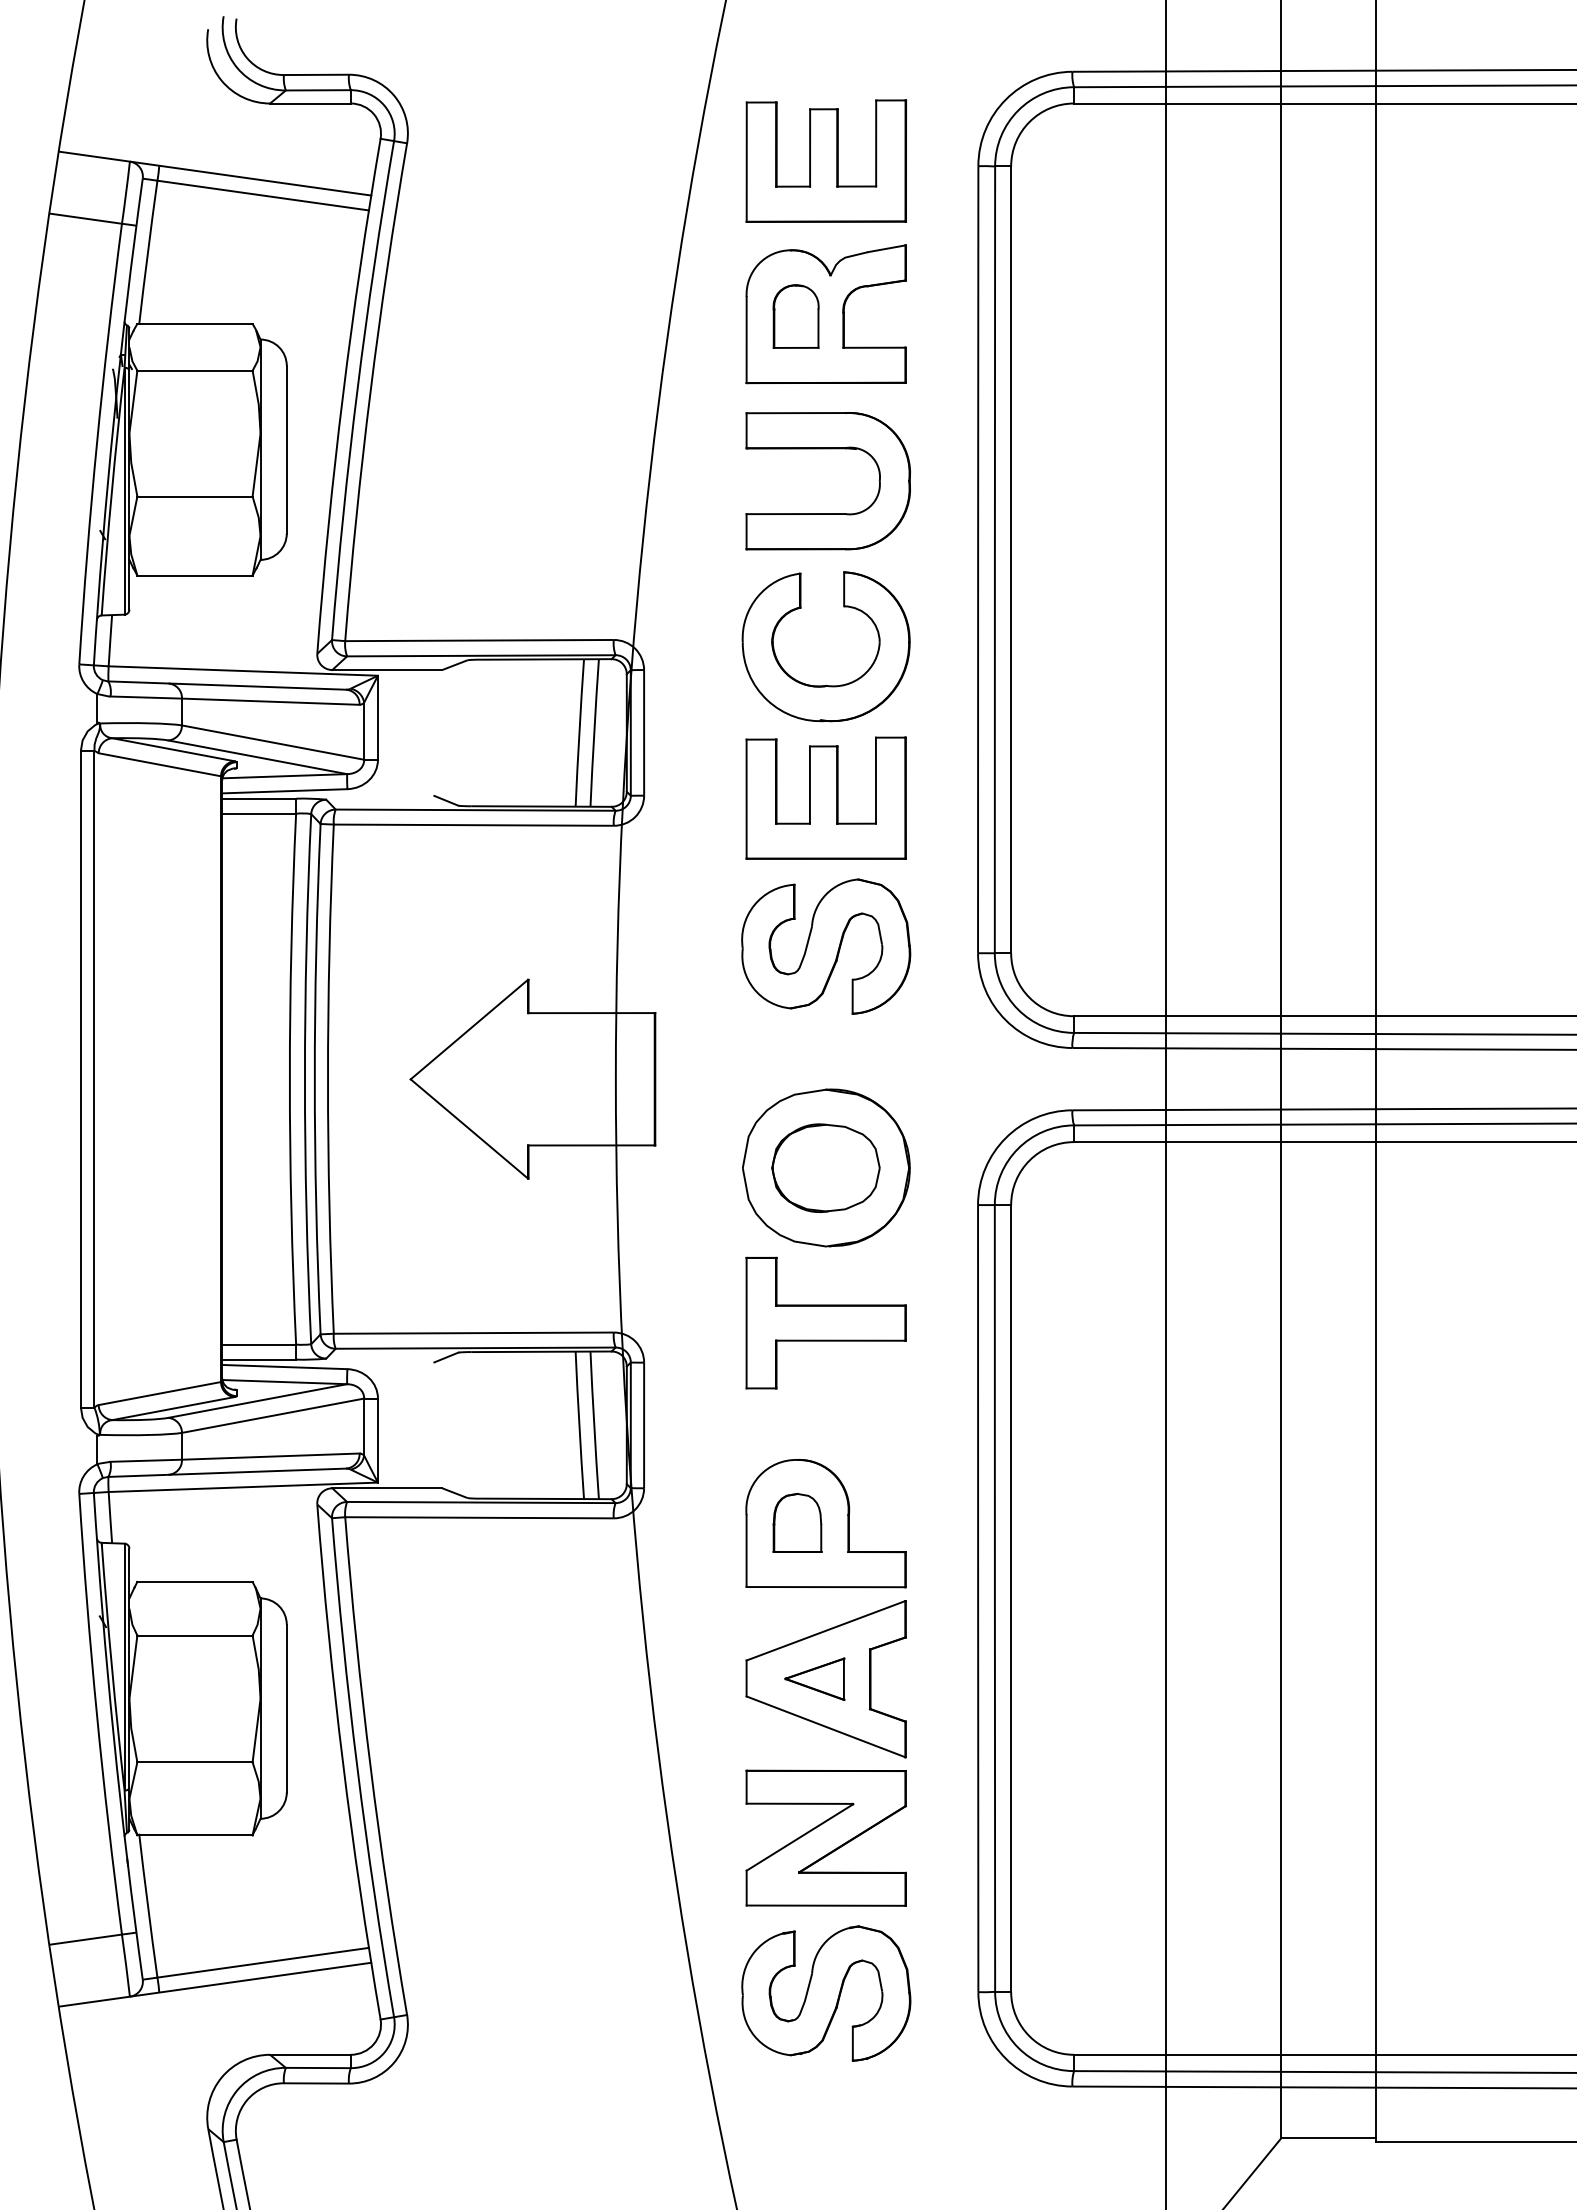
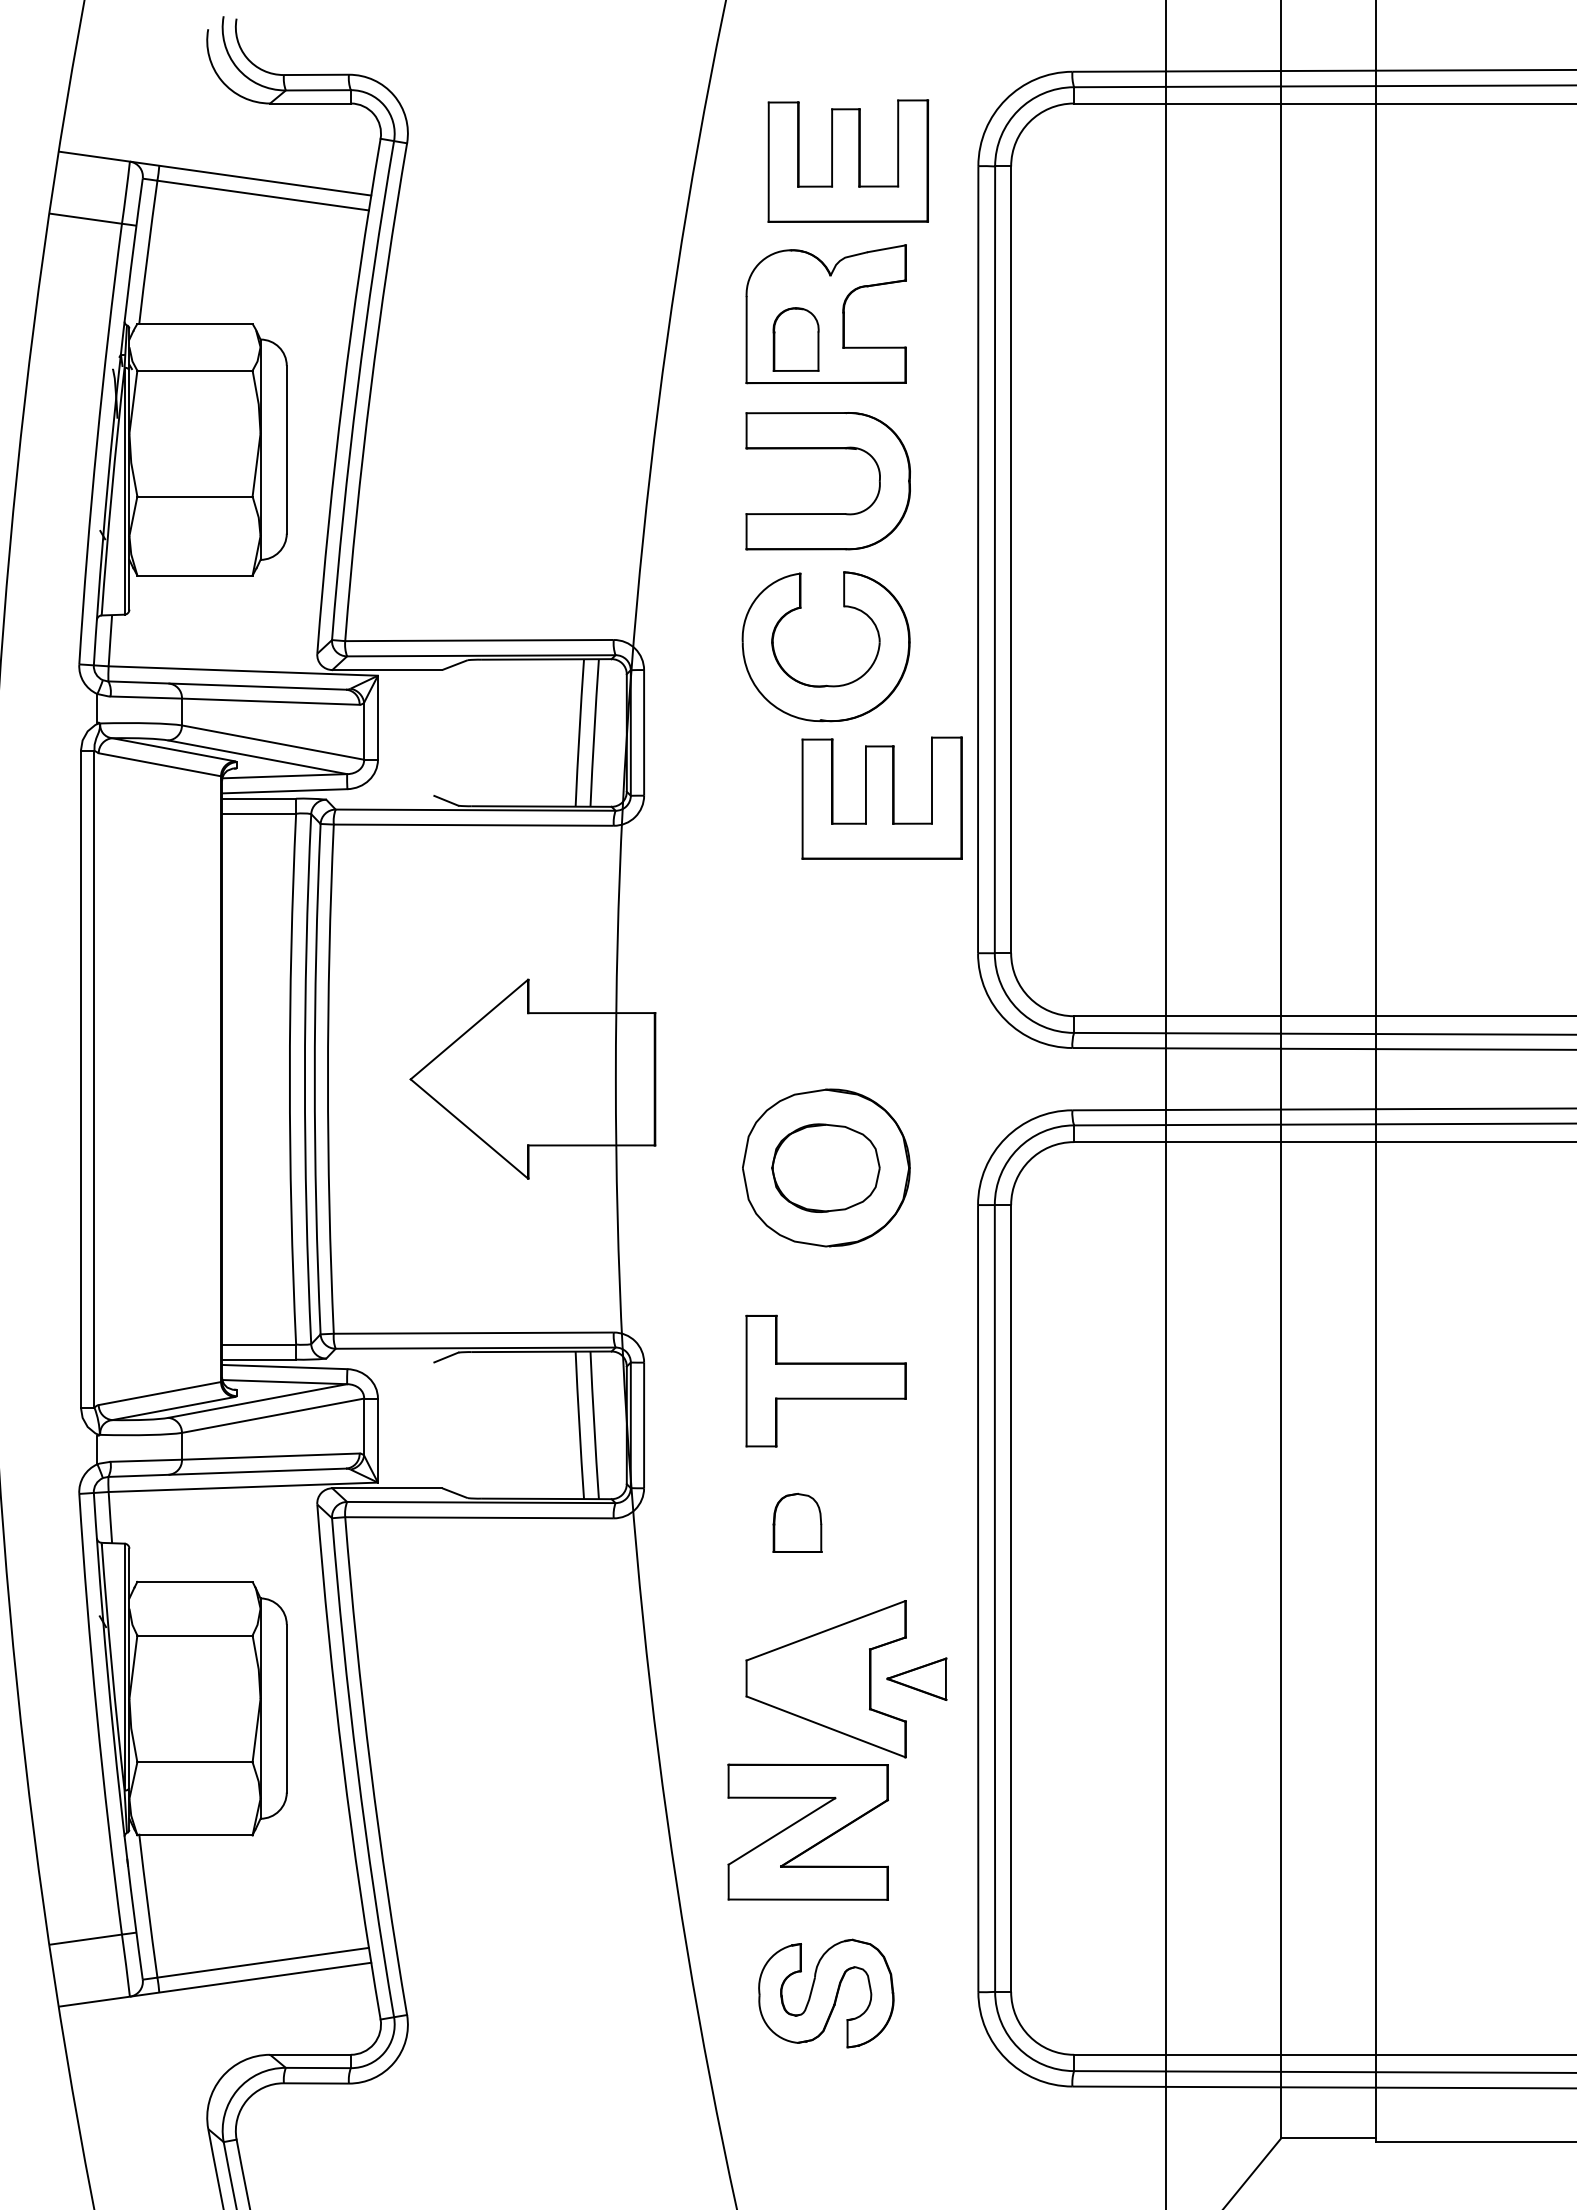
part at (826, 160) position: (826, 160) -> (848, 160)
part at (795, 316) position: (795, 316) -> (795, 339)
part at (825, 797) position: (825, 797) -> (881, 797)
part at (826, 946): present -> none
part at (825, 1322) position: (825, 1322) -> (825, 1380)
part at (825, 1523): present -> none
part at (814, 1678) position: (814, 1678) -> (916, 1678)
part at (825, 1837) position: (825, 1837) -> (807, 1831)
part at (826, 1993) size: 171x137 px -> 137x111 px
